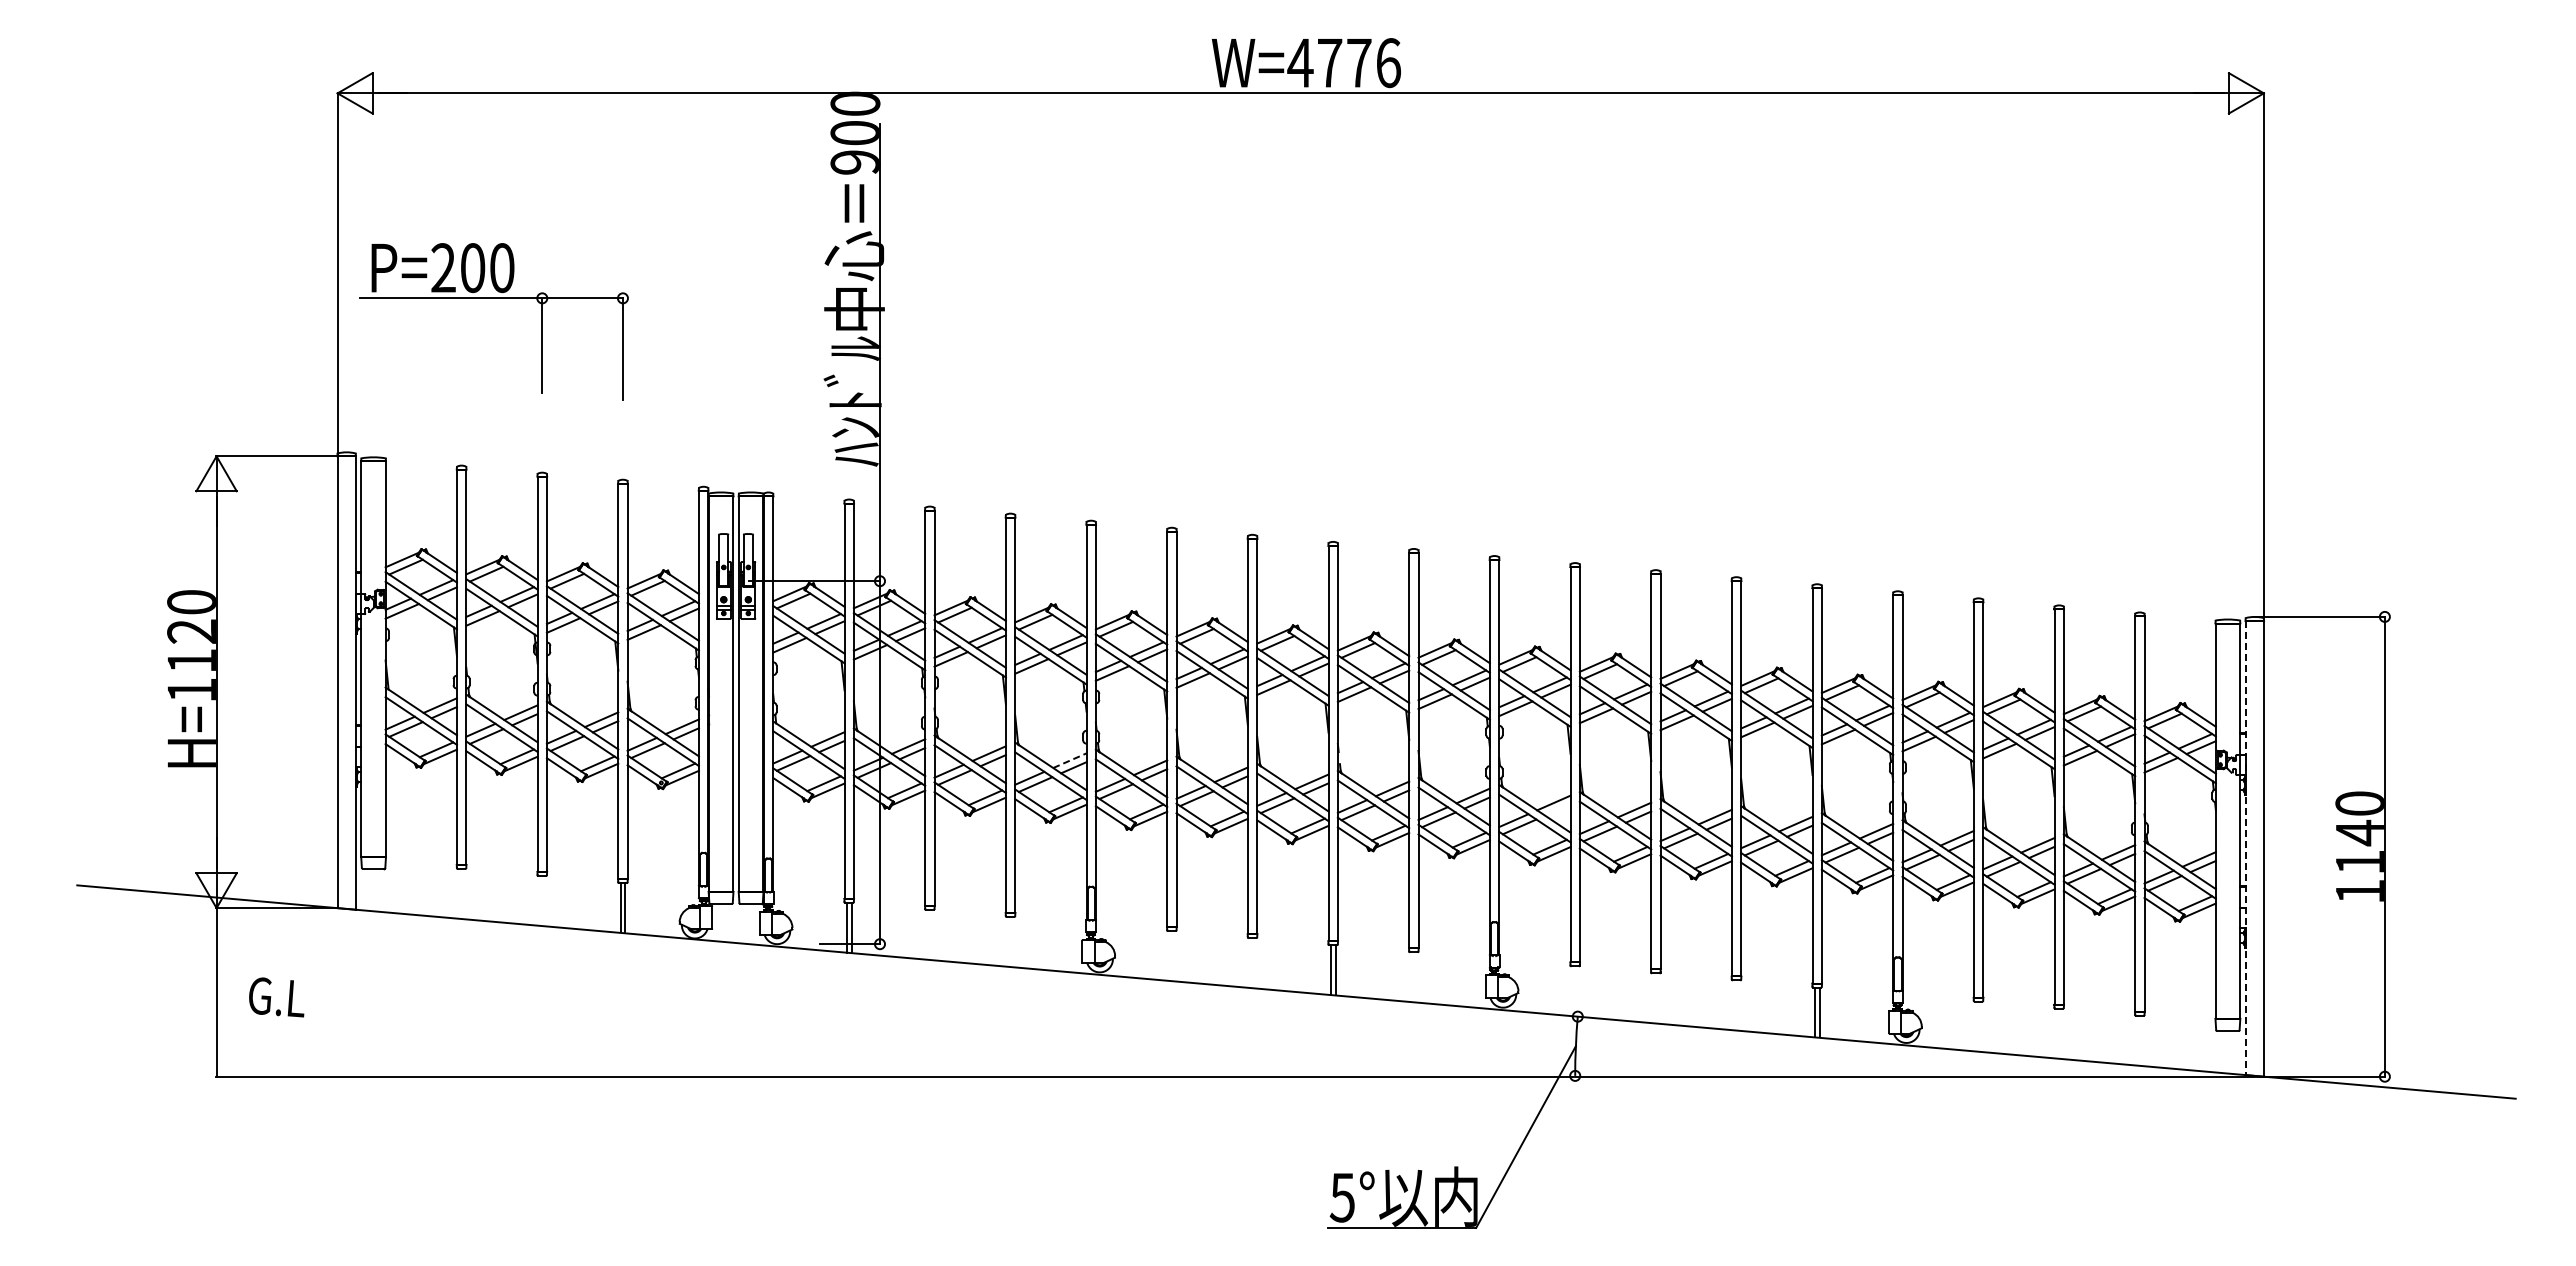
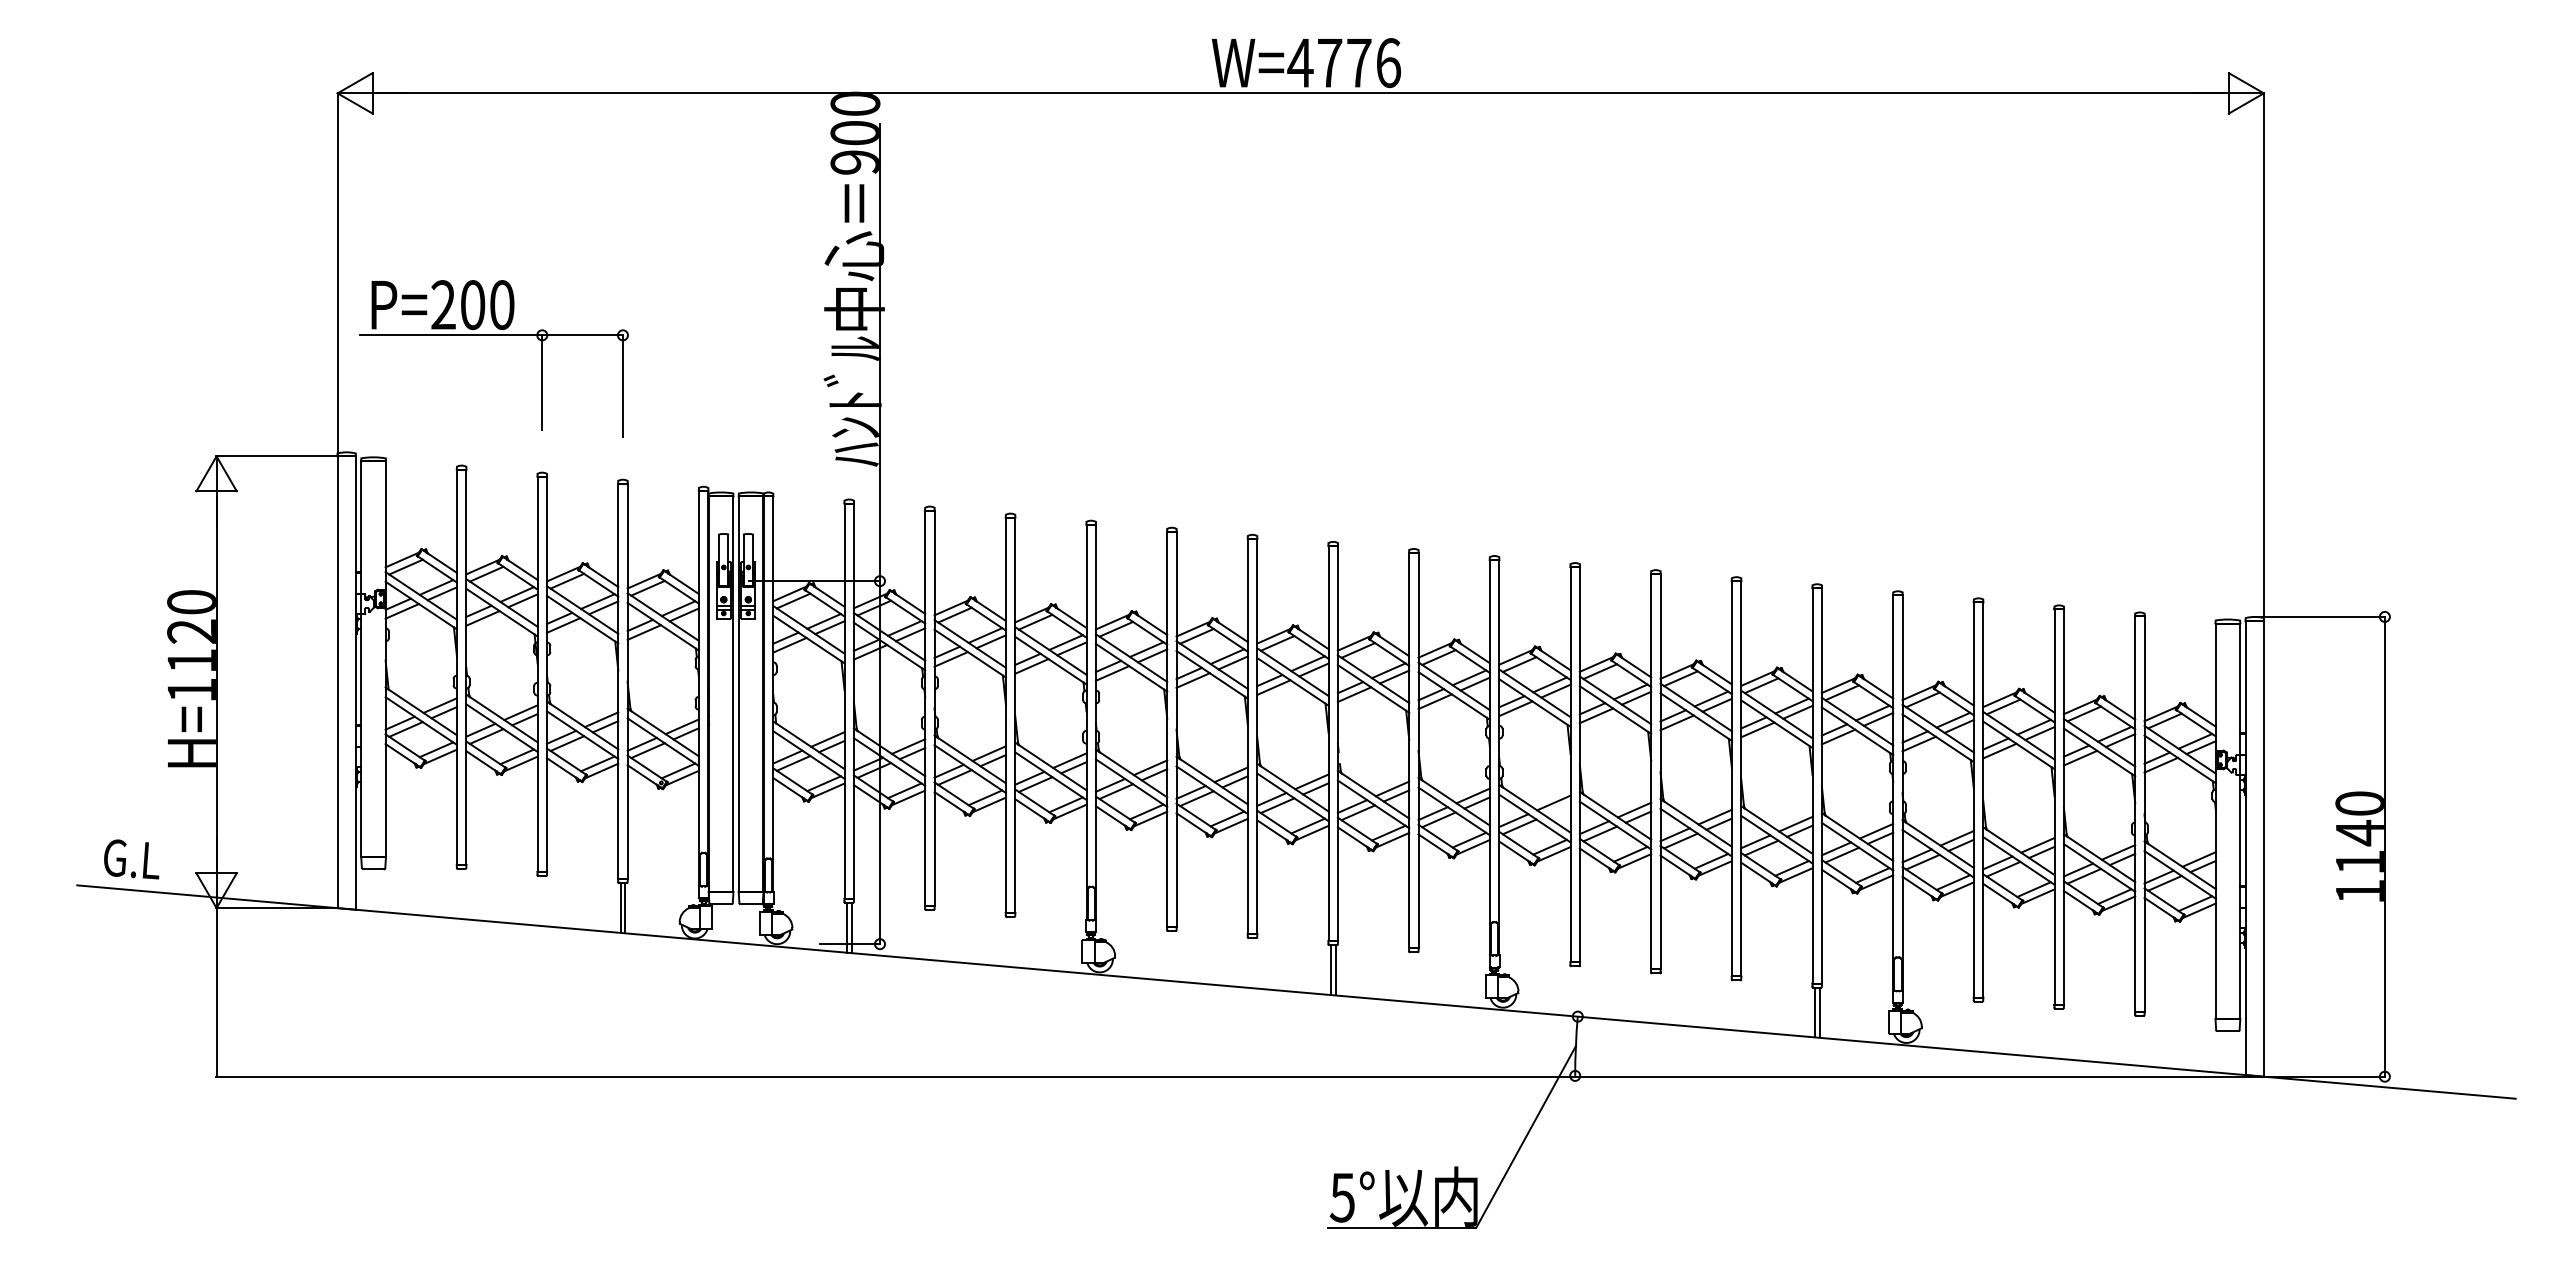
part at (493, 298) position: (493, 298) -> (493, 335)
line at (1070, 760): dashed -> solid
line at (2245, 848): dashed -> solid
text at (276, 997) position: (276, 997) -> (131, 859)
